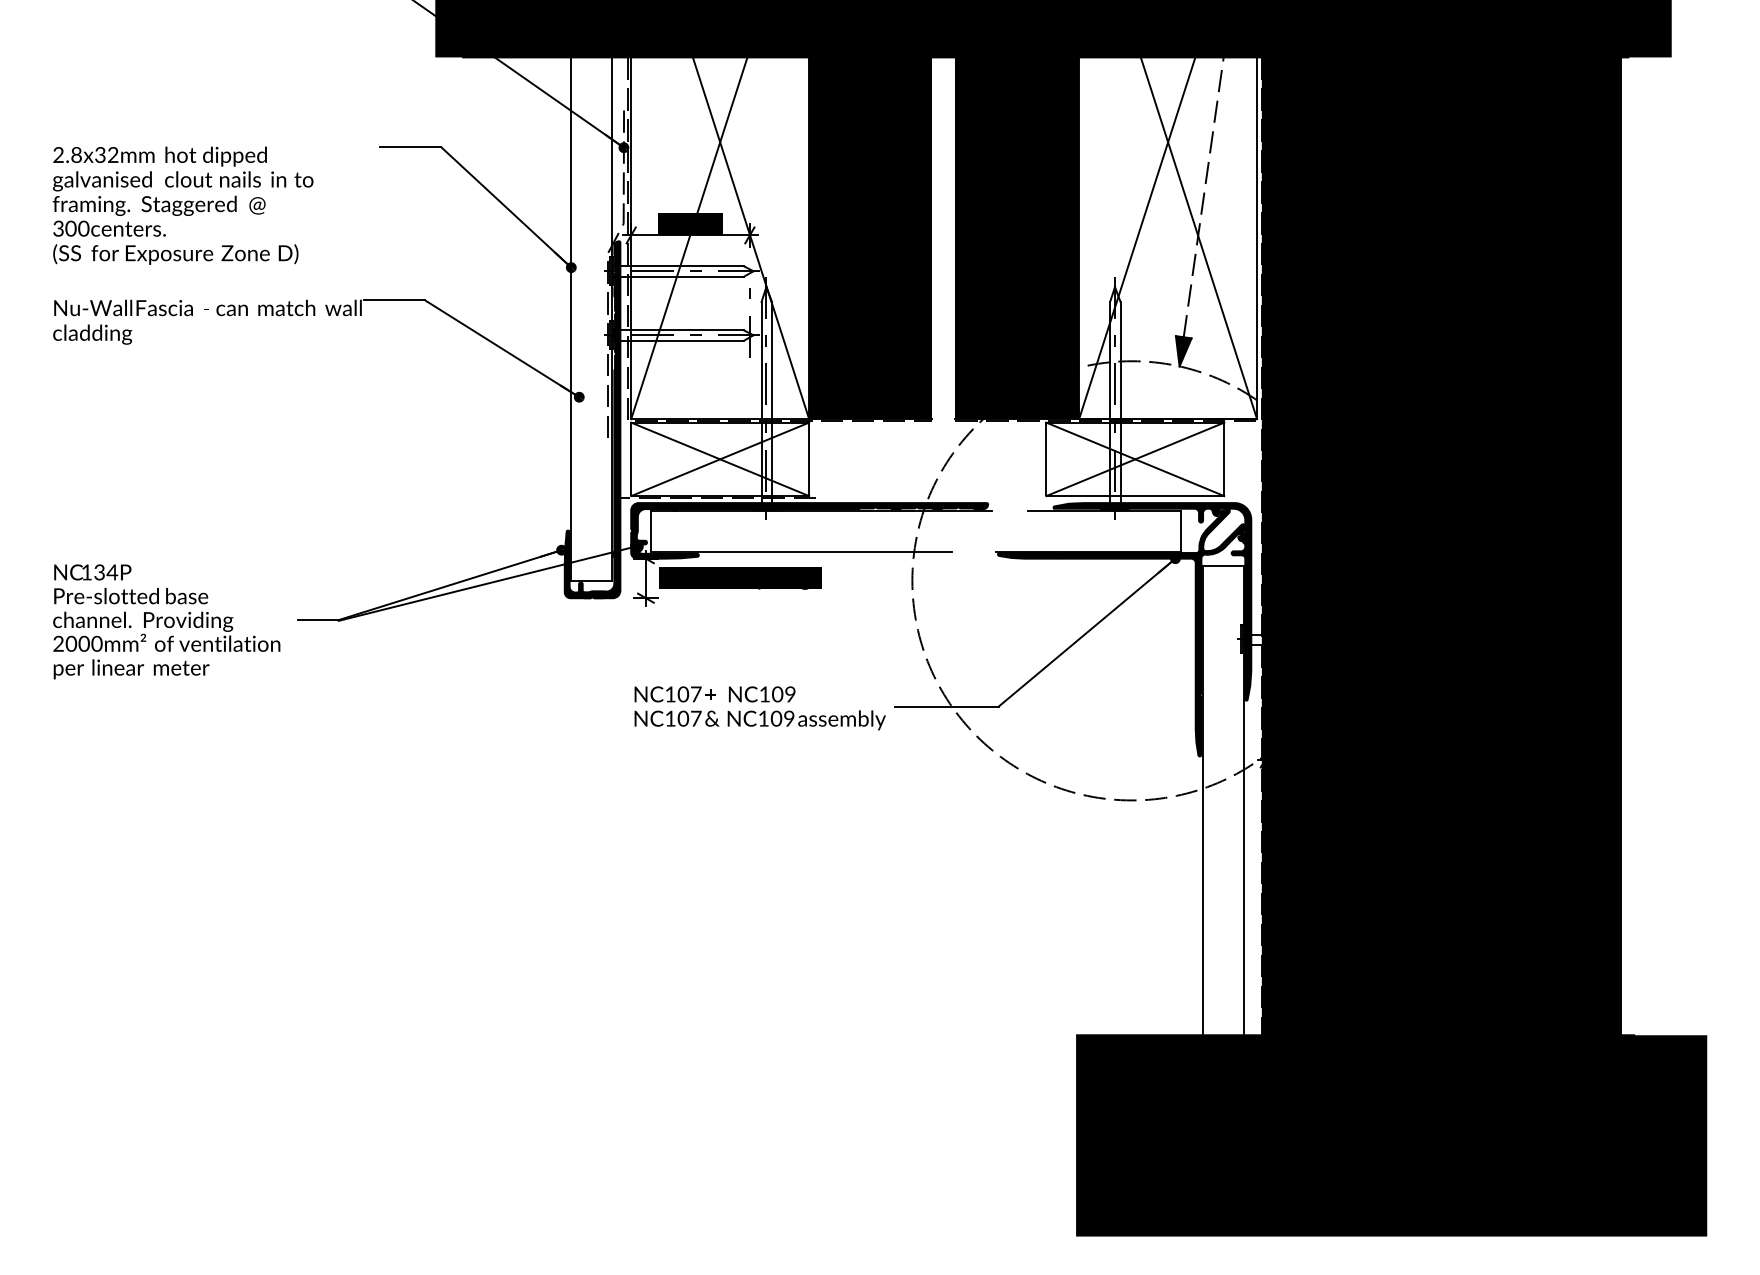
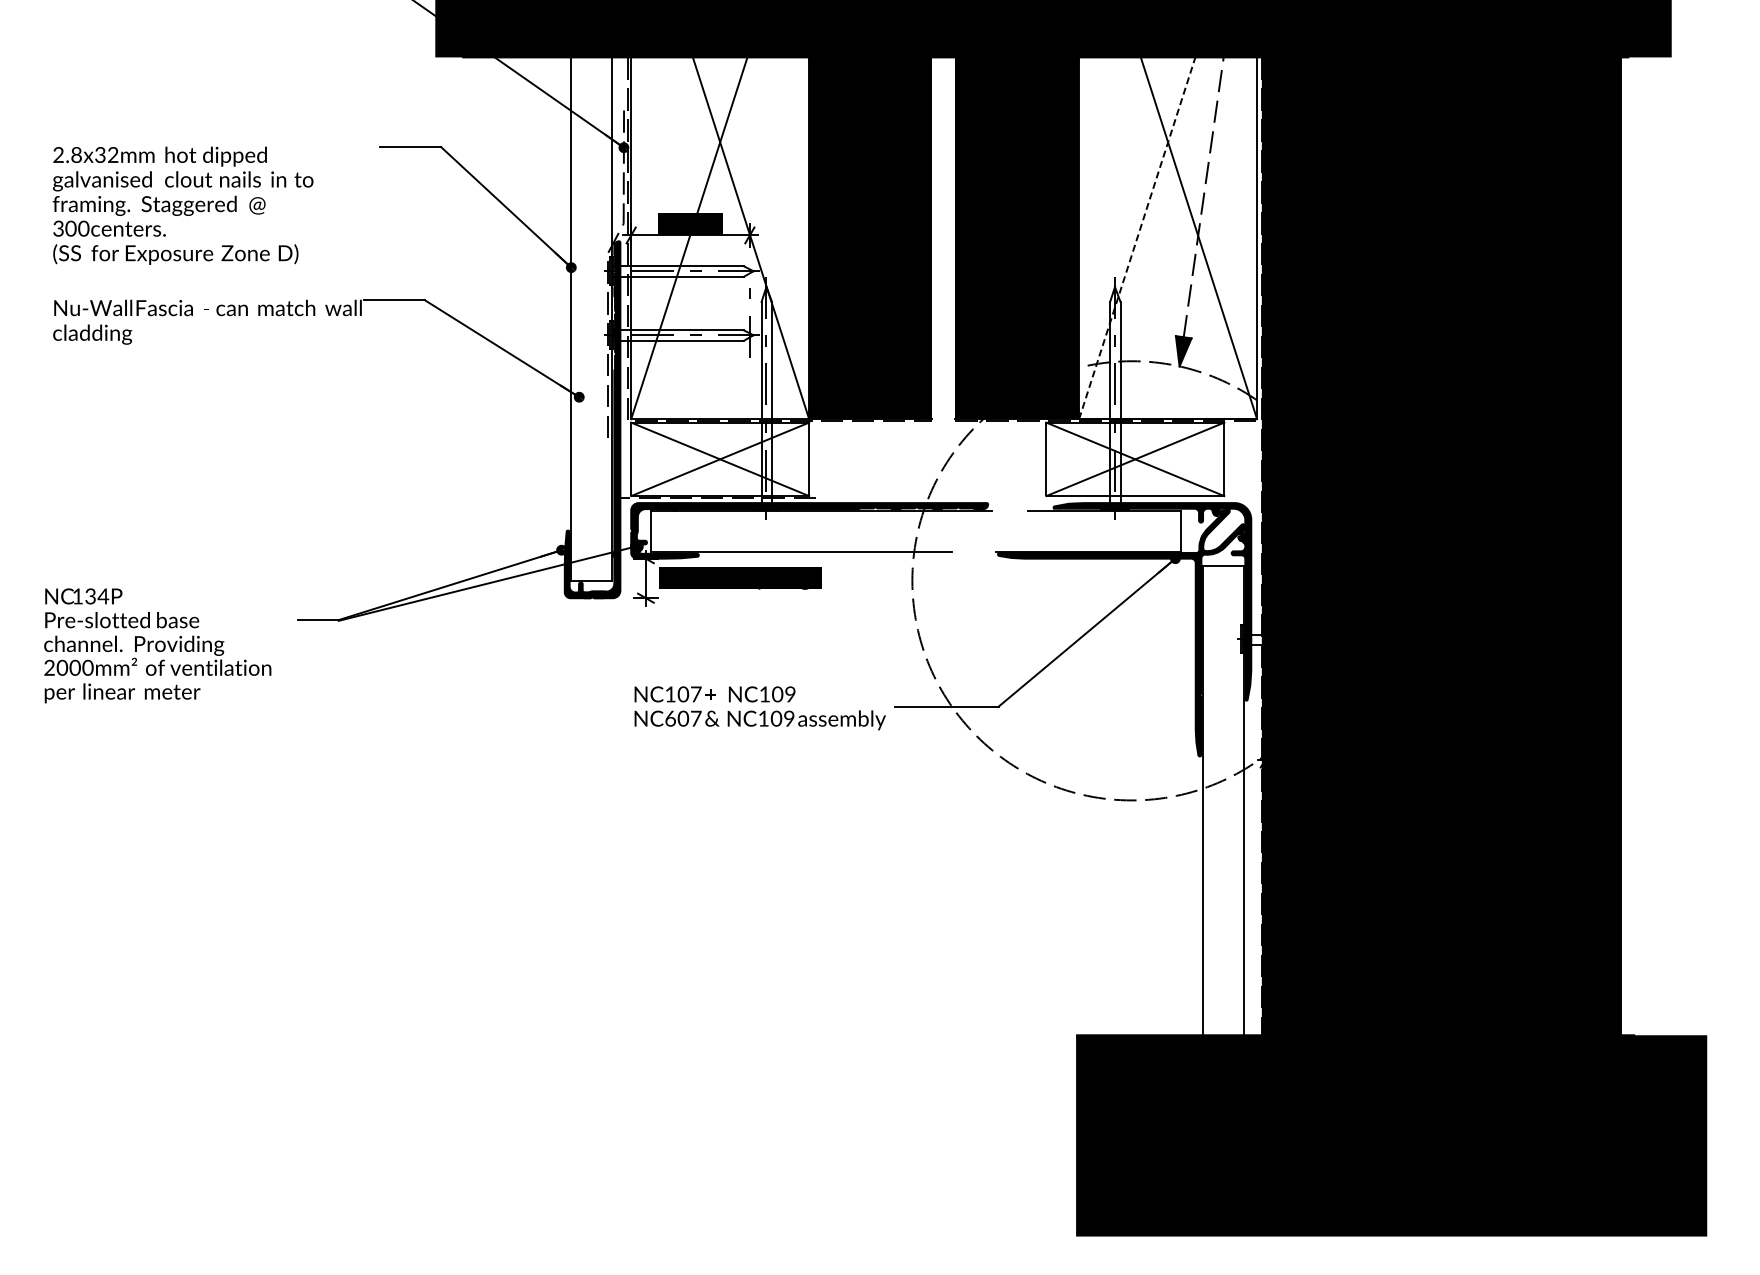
line at (1137, 238): solid -> dashed
text at (166, 621) position: (166, 621) -> (157, 645)
text at (670, 718): NC107 -> NC607
